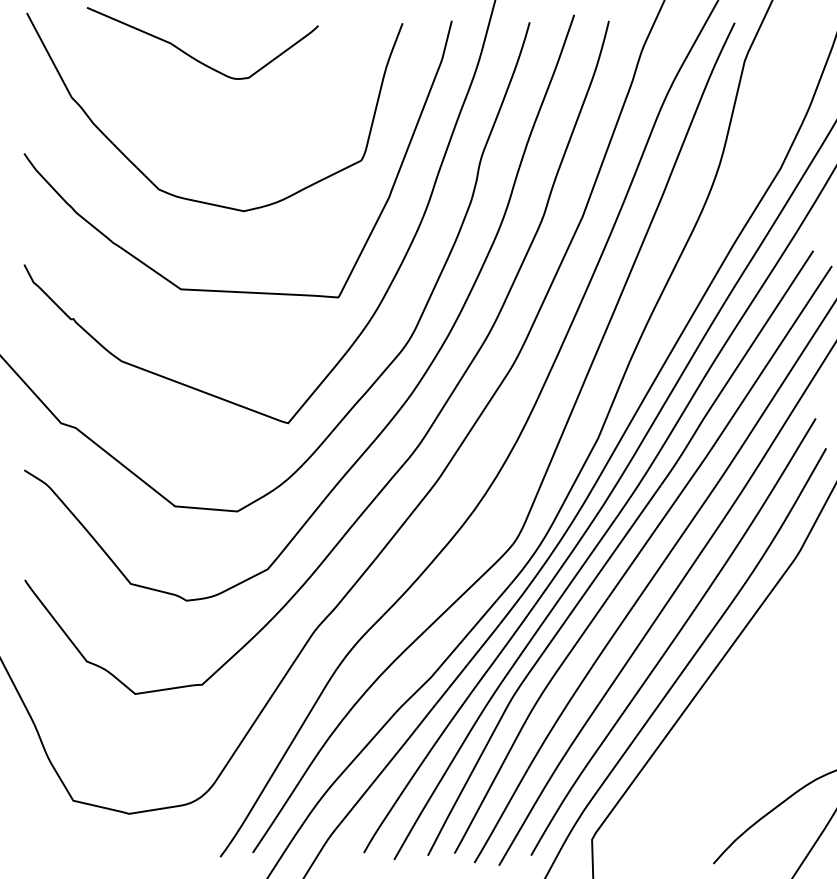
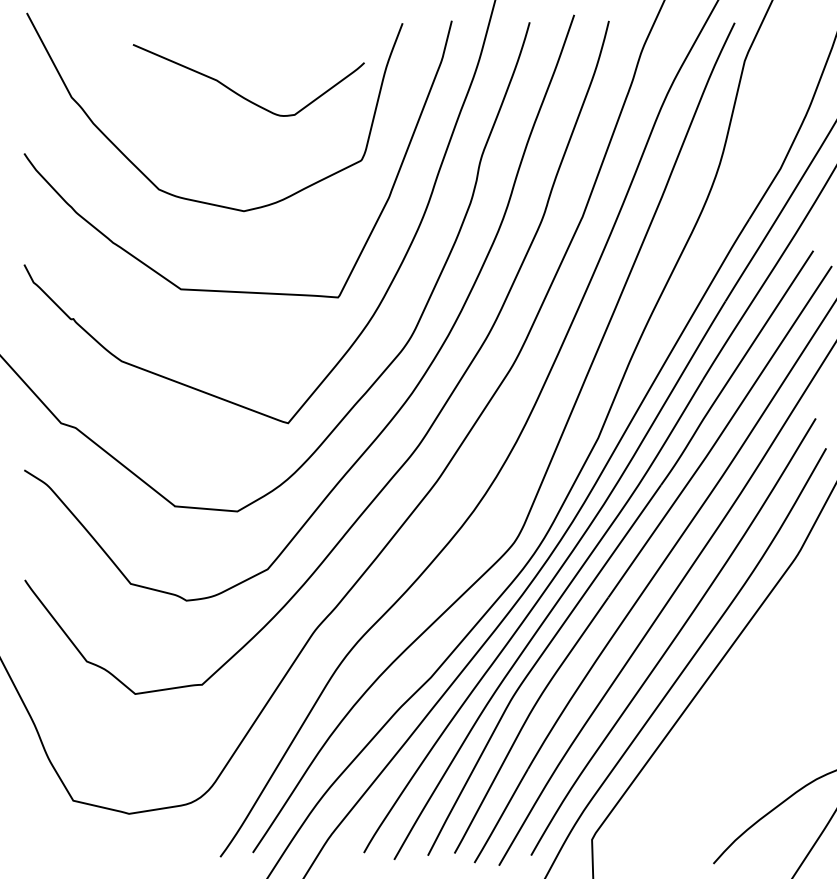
curve at (194, 57) position: (194, 57) -> (240, 94)
